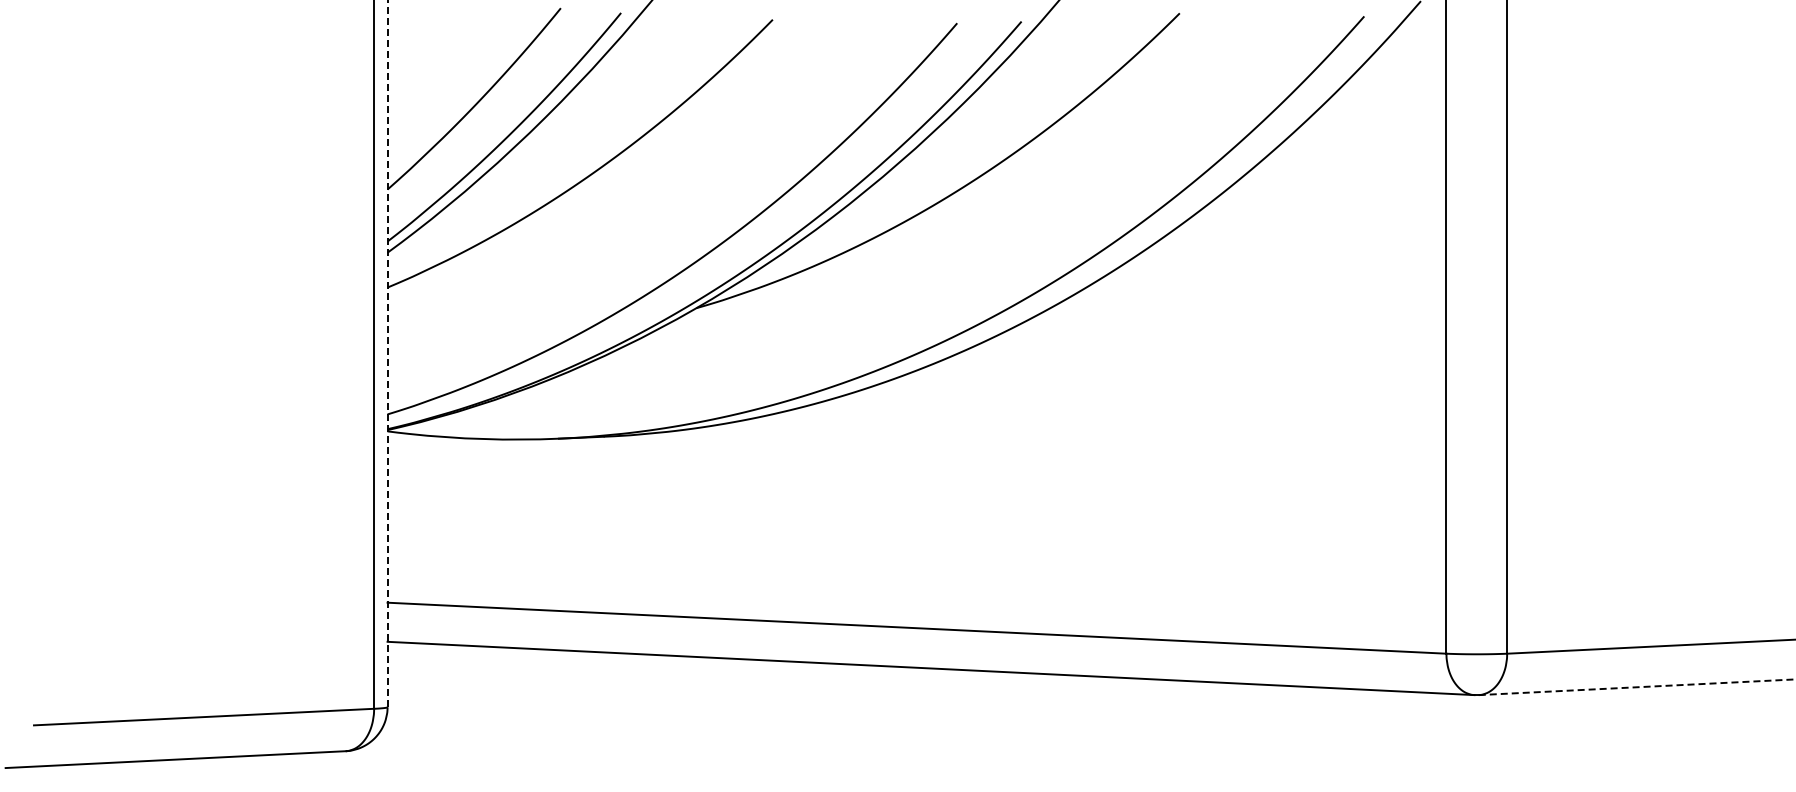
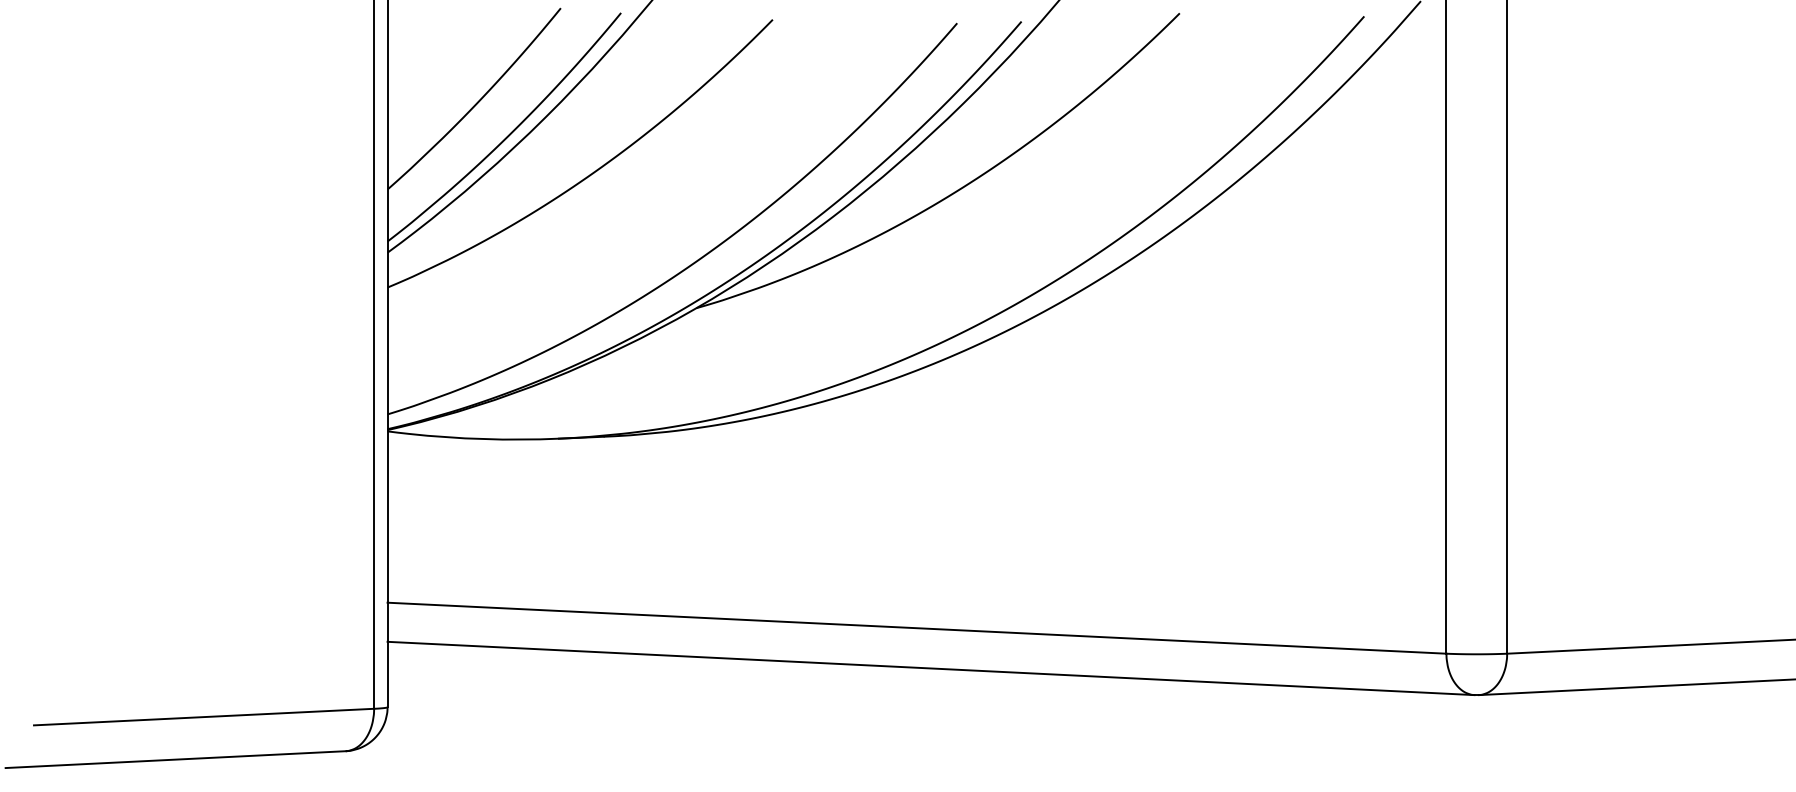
line at (387, 353): dashed -> solid
line at (1637, 687): dashed -> solid
